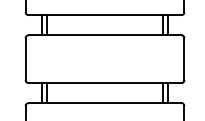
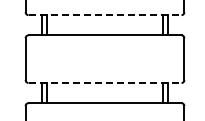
line at (105, 15): solid -> dashed
line at (105, 83): solid -> dashed
